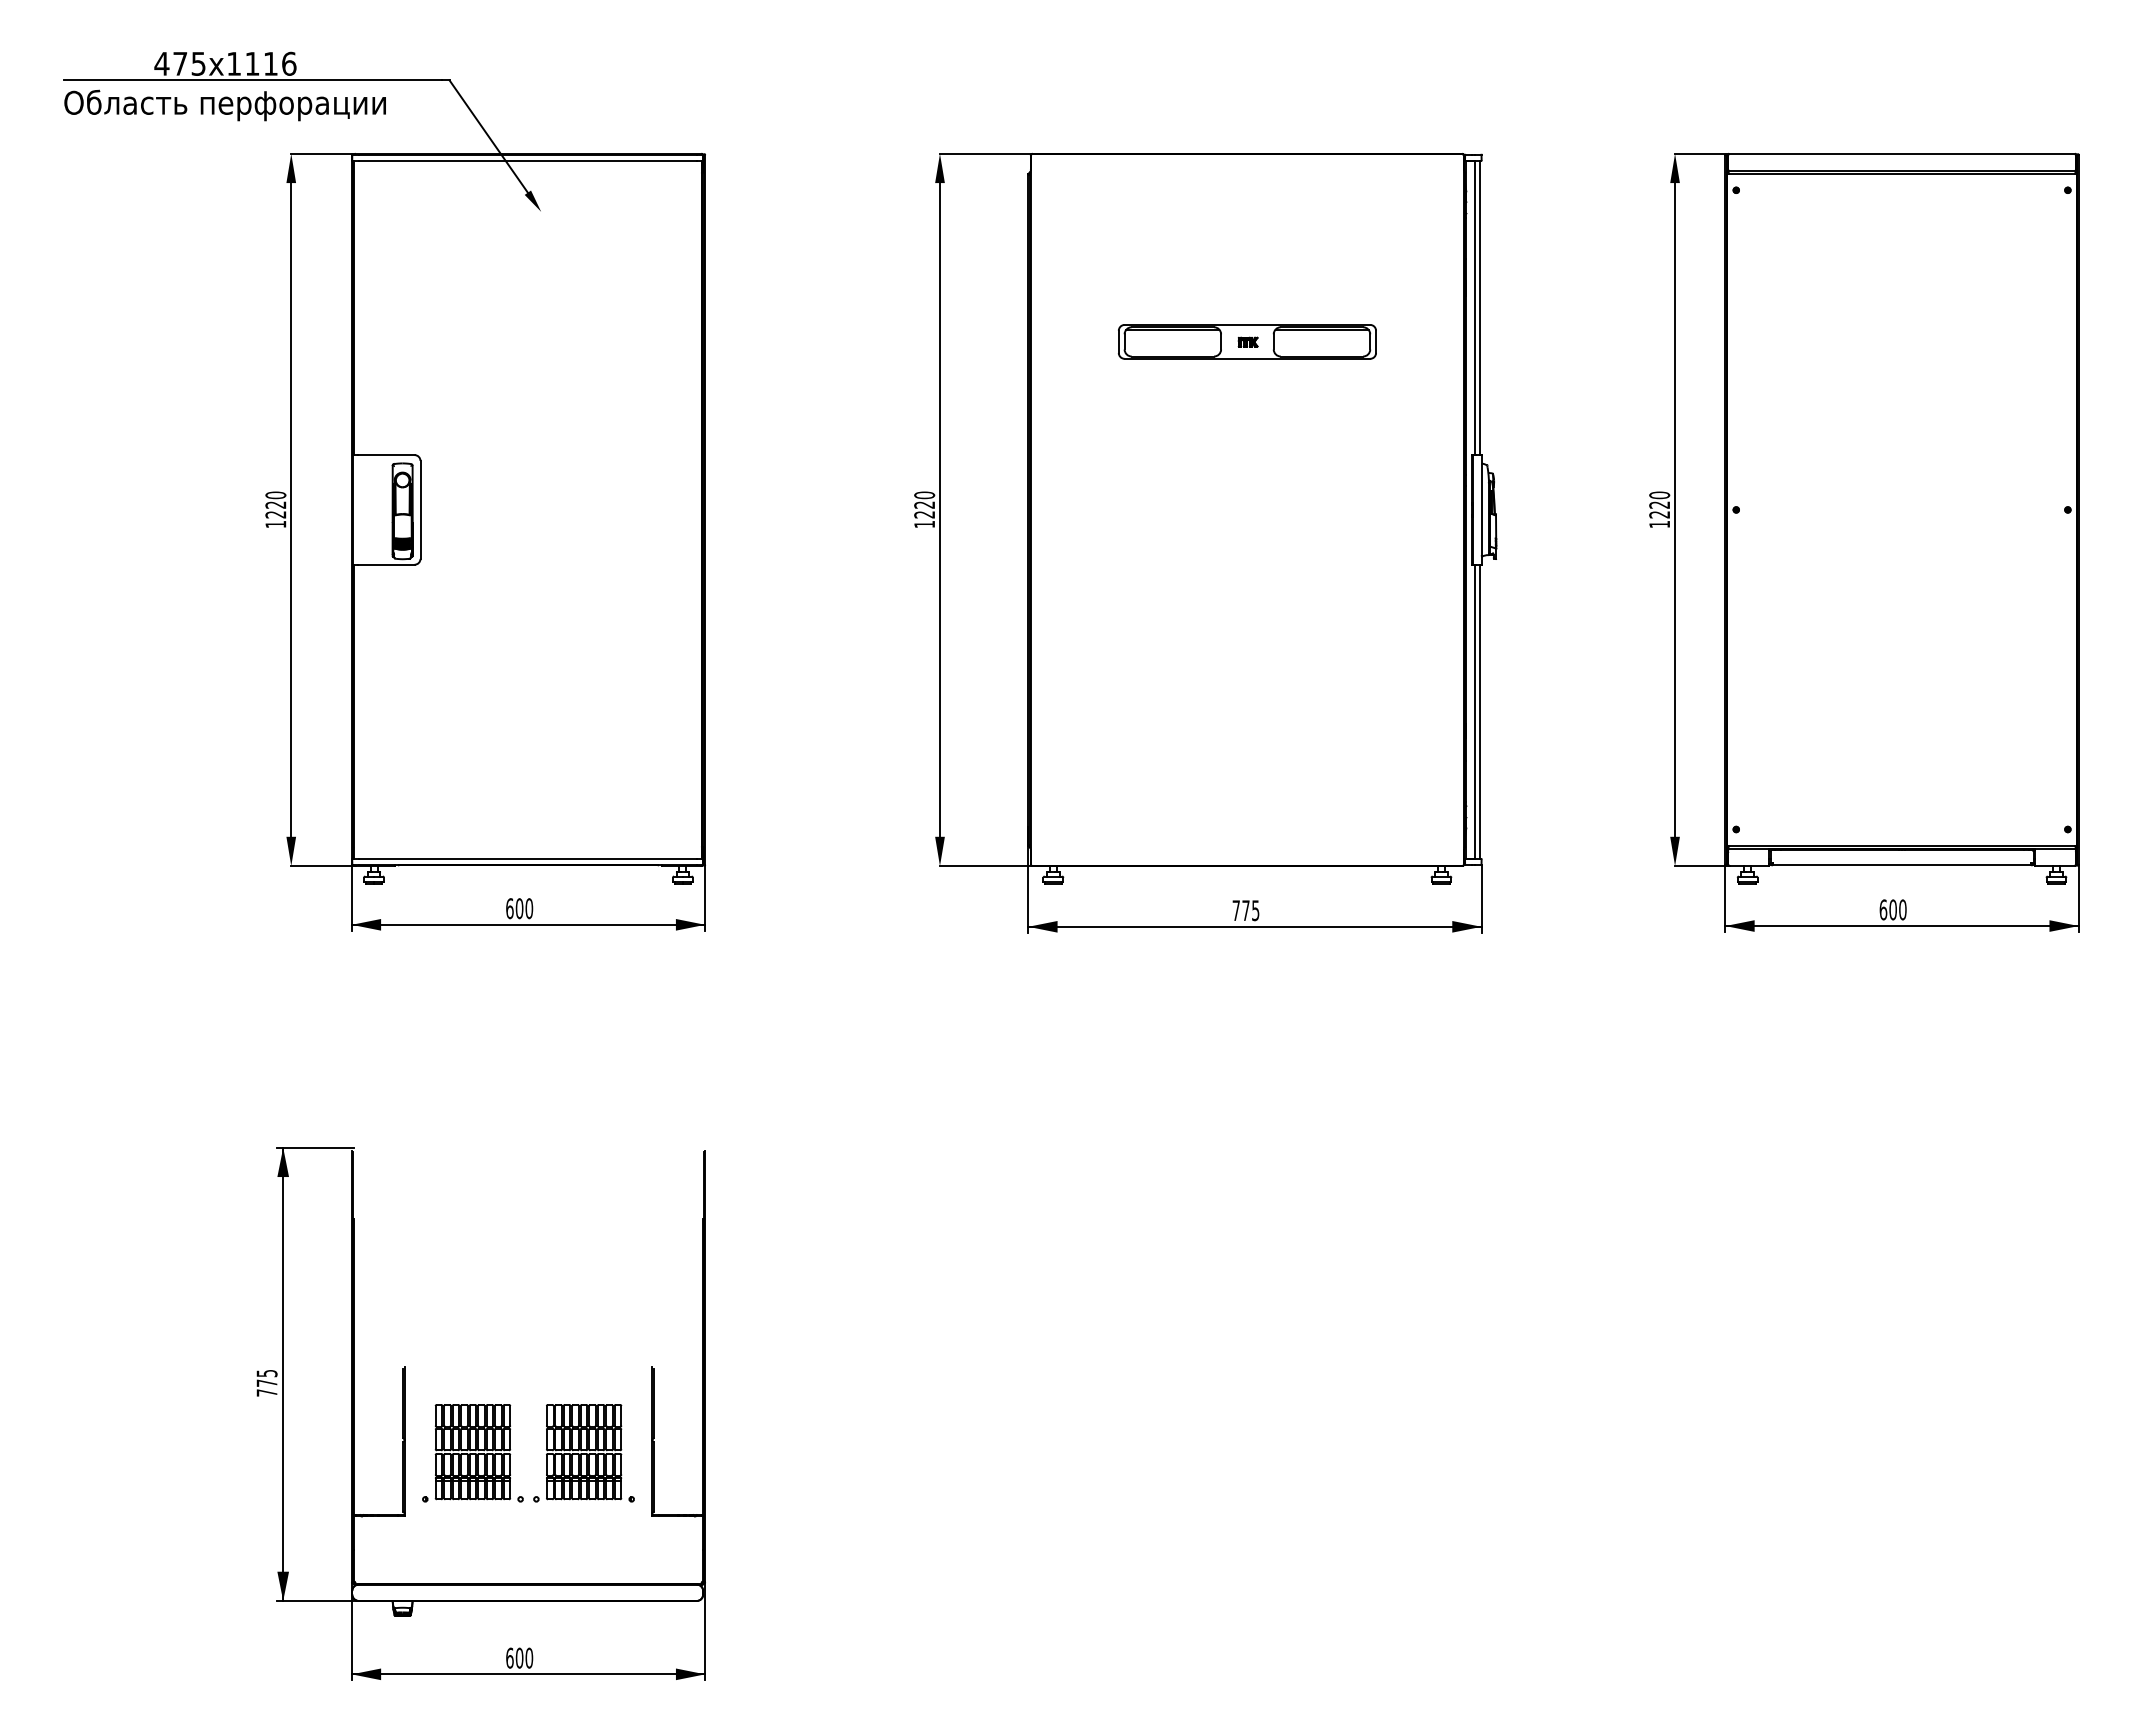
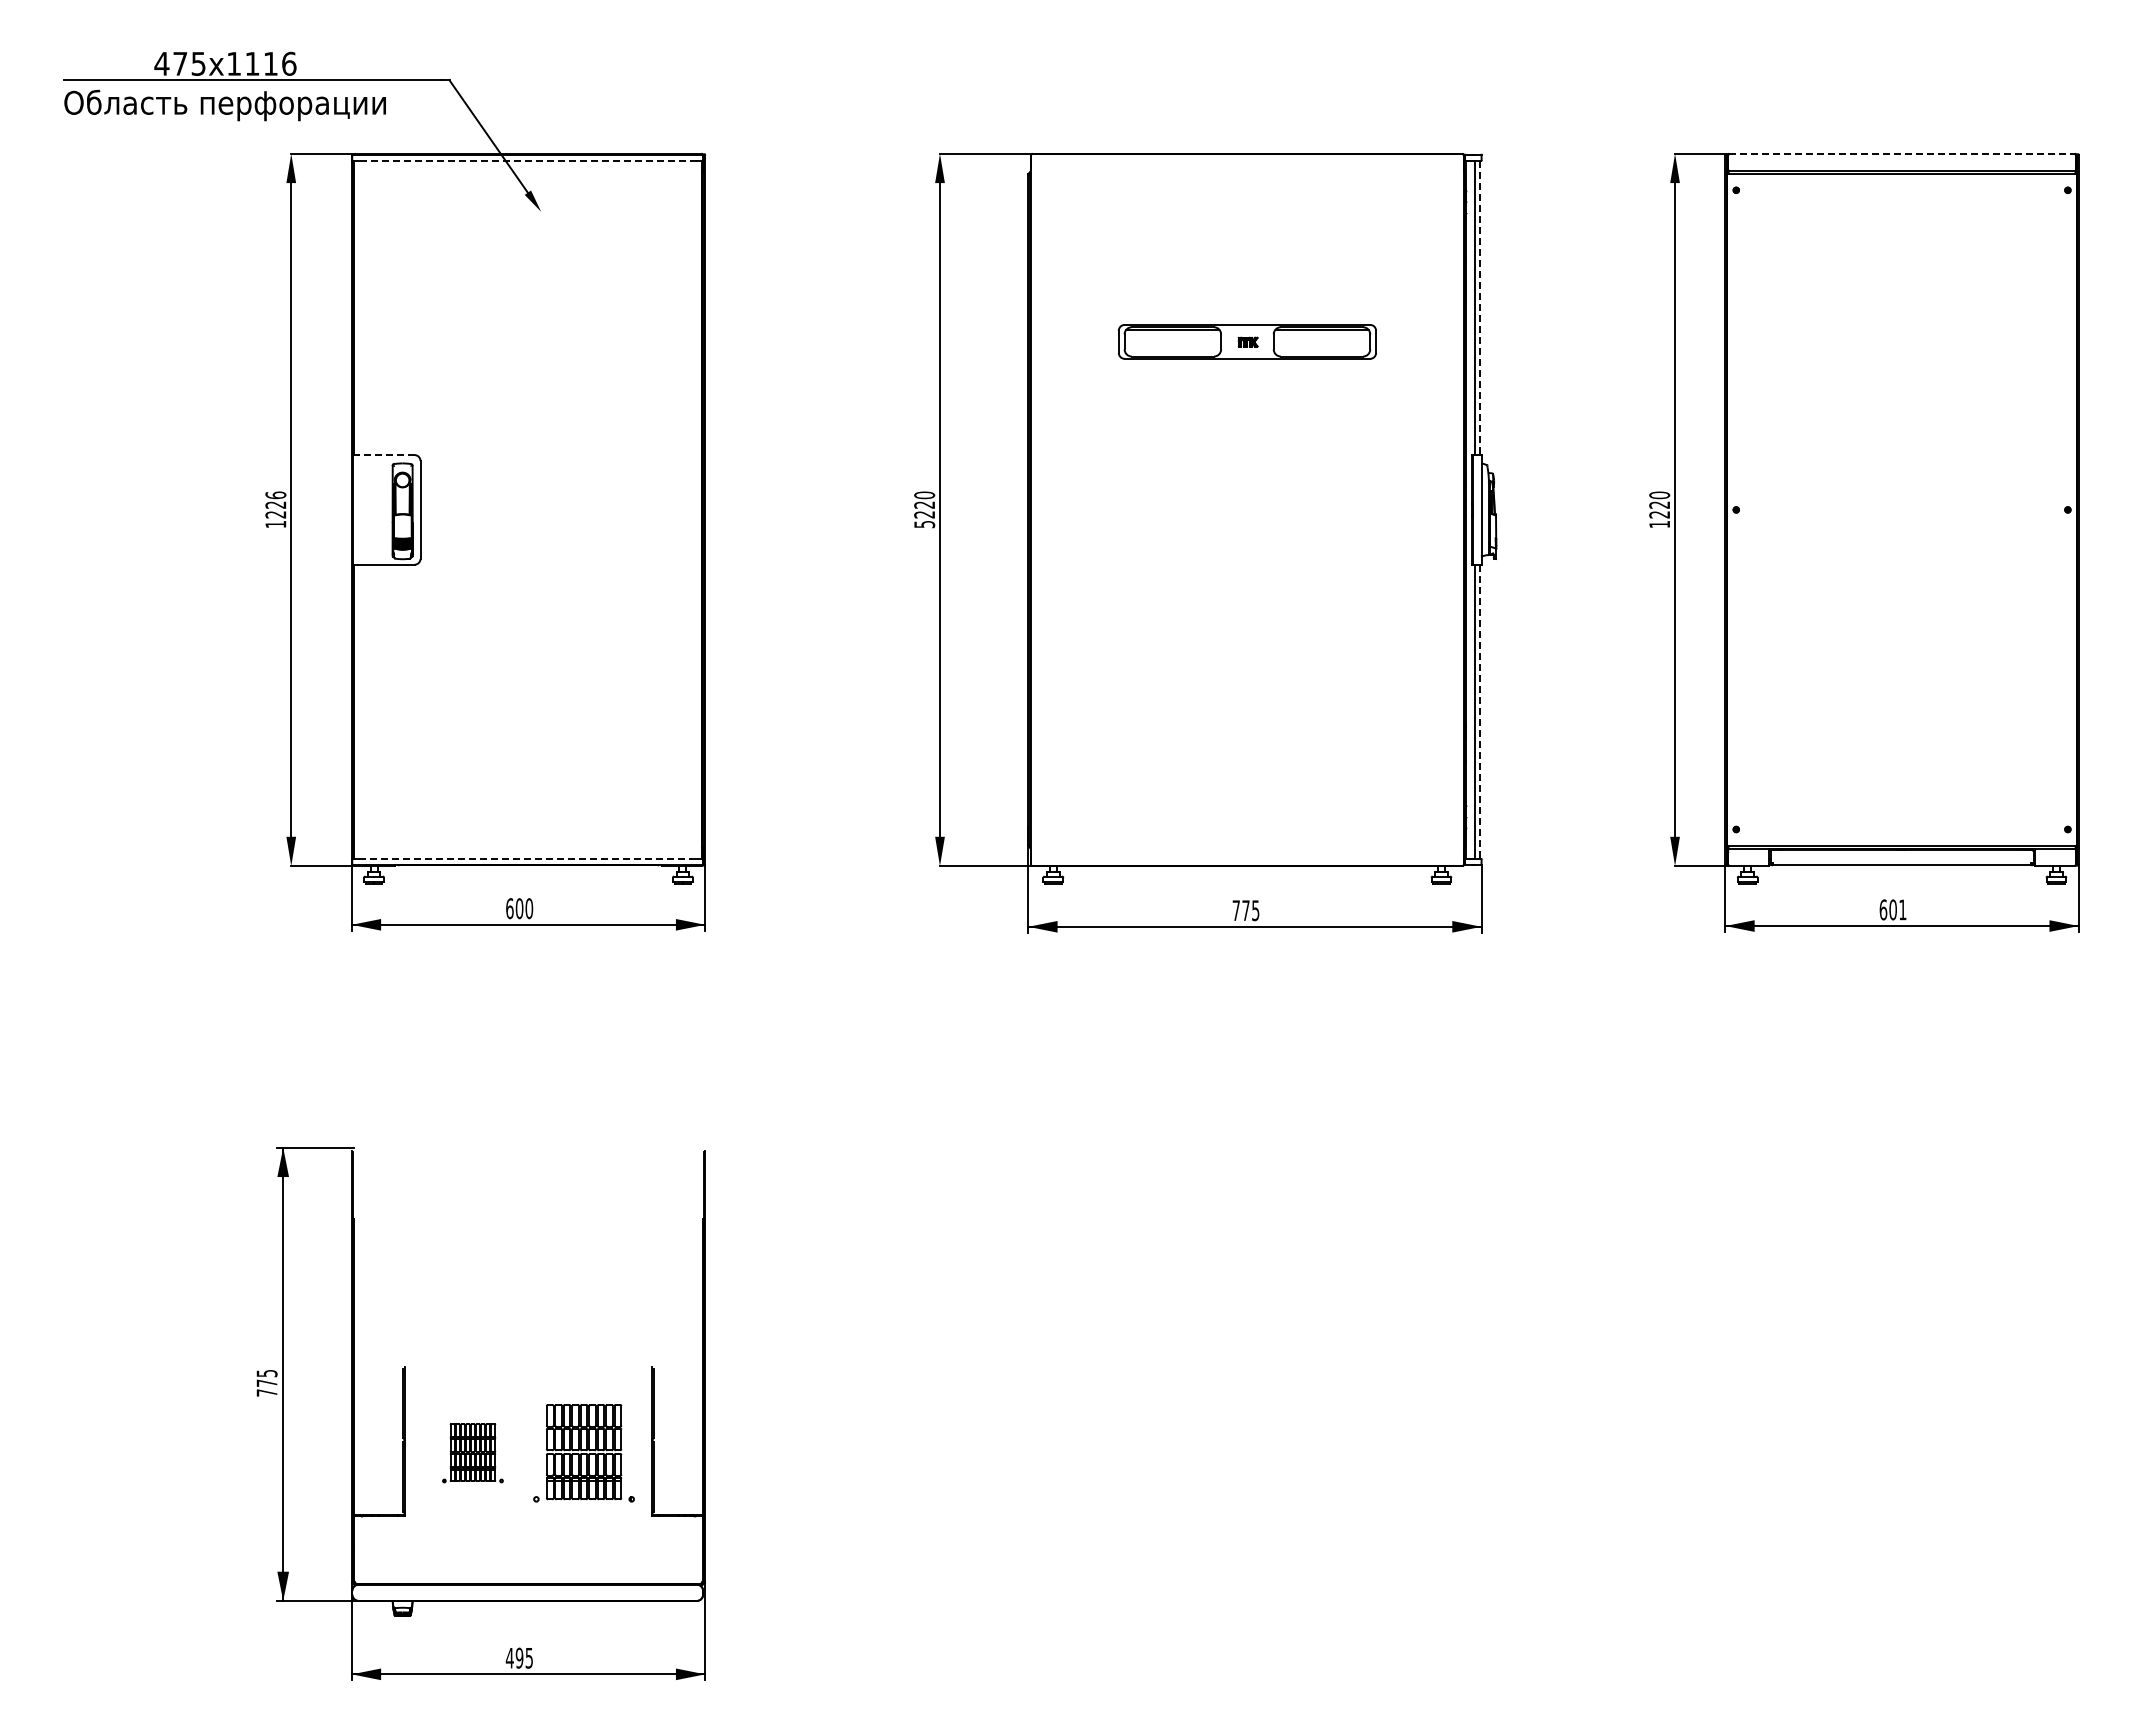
line at (1902, 153): solid -> dashed
line at (527, 160): solid -> dashed
line at (1480, 308): solid -> dashed
line at (385, 455): solid -> dashed
text at (275, 494): 1220 -> 1226
text at (924, 524): 1220 -> 5220
line at (1480, 712): solid -> dashed
line at (527, 859): solid -> dashed
text at (1902, 909): 600 -> 601
part at (472, 1453) size: 102x99 px -> 62x61 px
text at (519, 1657): 600 -> 495
